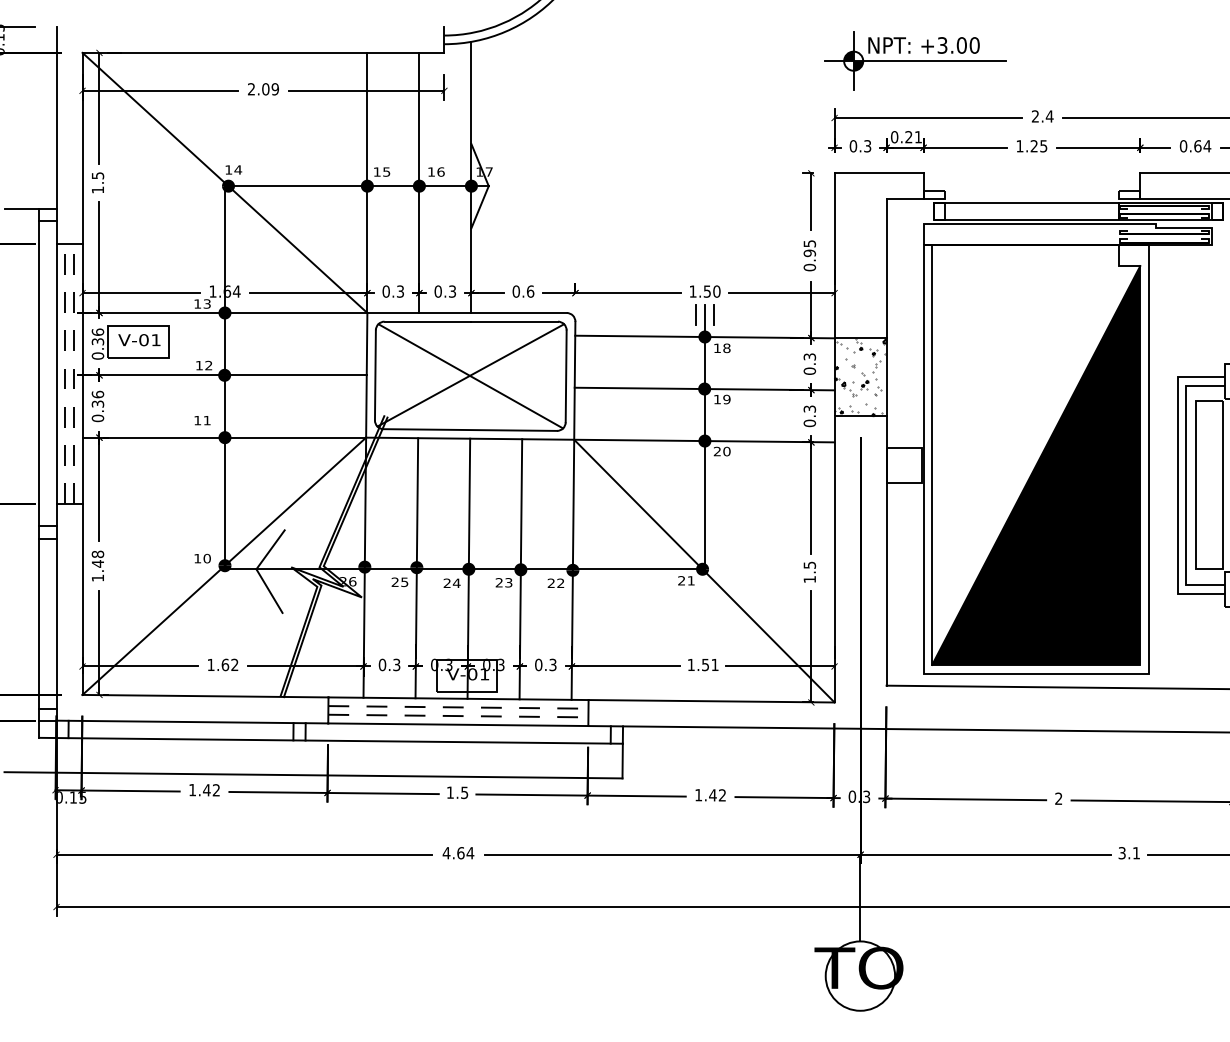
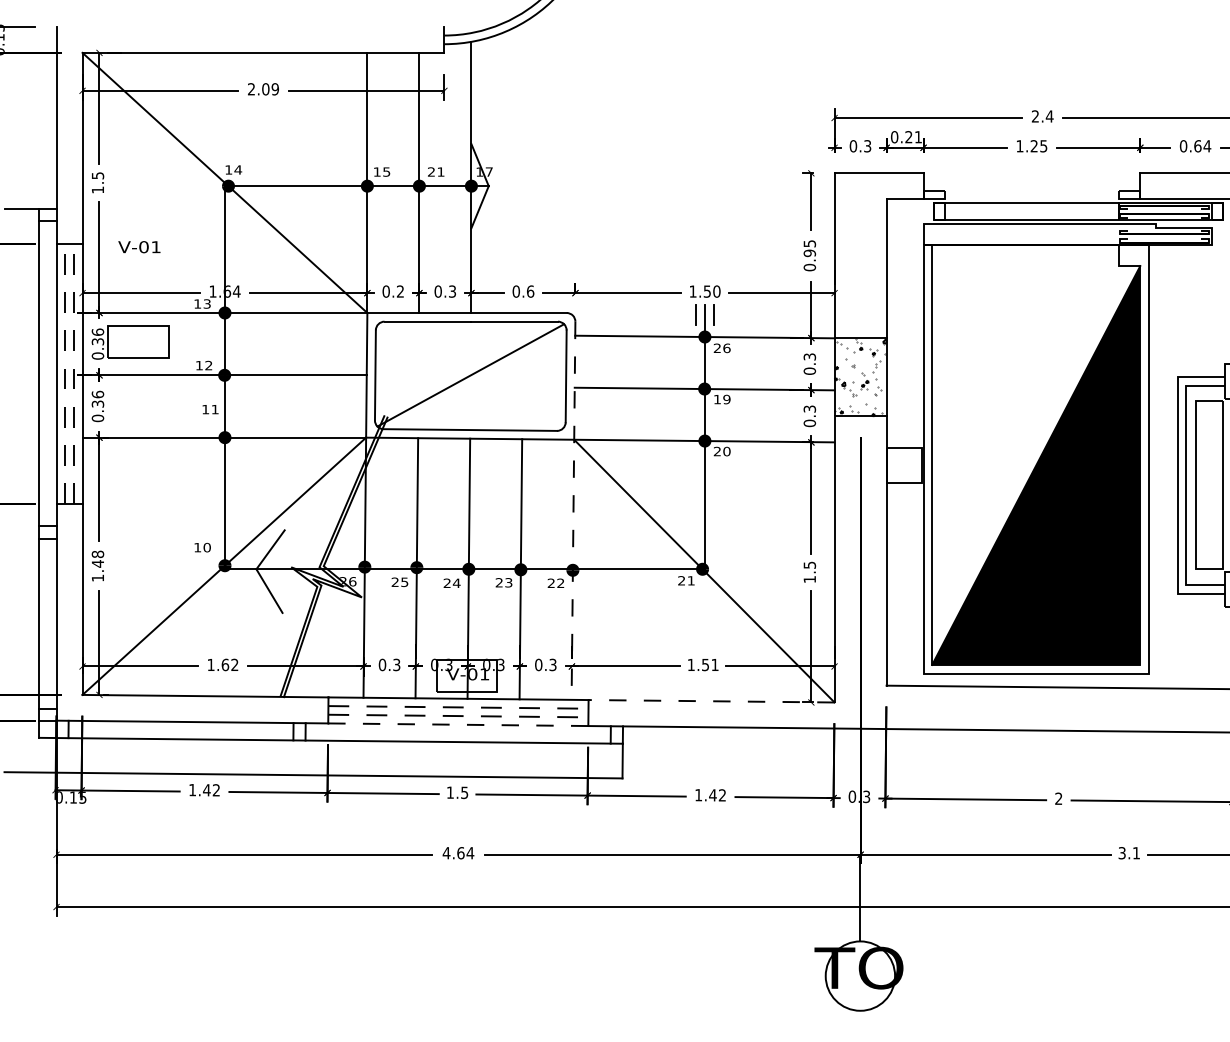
part at (915, 60): present -> none
text at (436, 171): 16 -> 21
text at (400, 291): 0.3 -> 0.2
text at (139, 340) position: (139, 340) -> (139, 247)
text at (721, 347): 18 -> 26
line at (470, 376): present -> none
text at (202, 420) position: (202, 420) -> (210, 409)
line at (573, 511): solid -> dashed
text at (202, 558) position: (202, 558) -> (202, 547)
line at (711, 701): solid -> dashed
line at (458, 724): solid -> dashed
